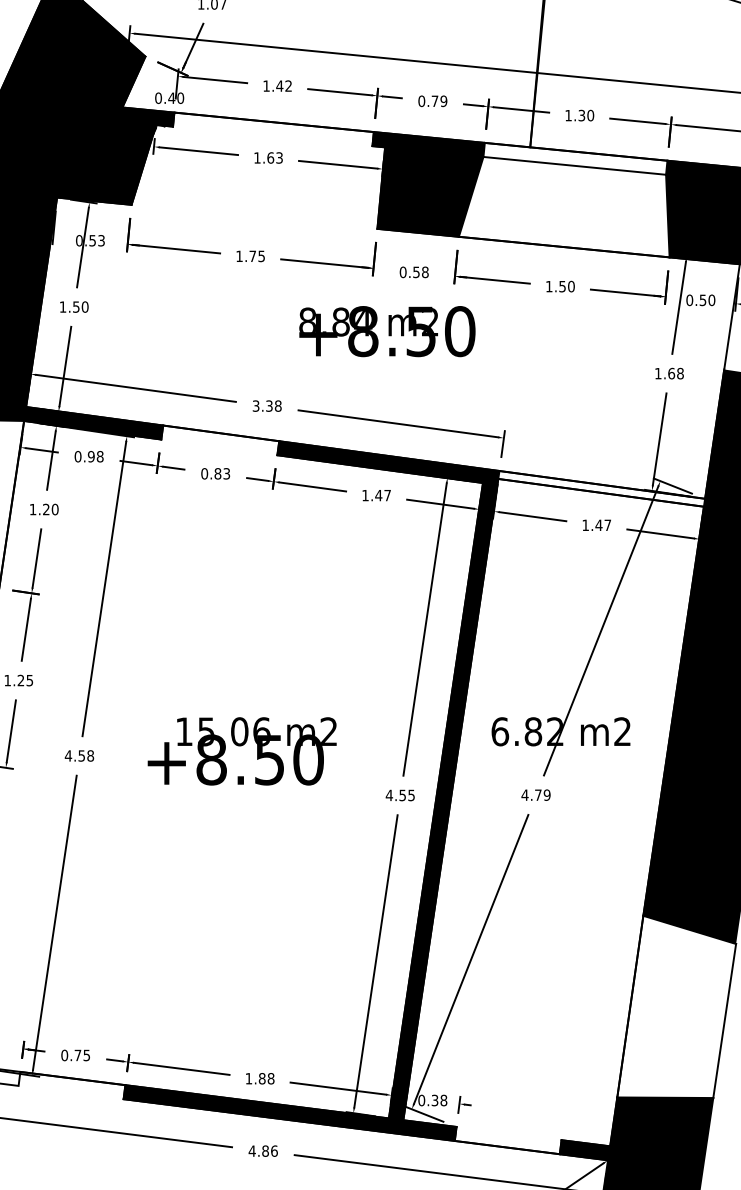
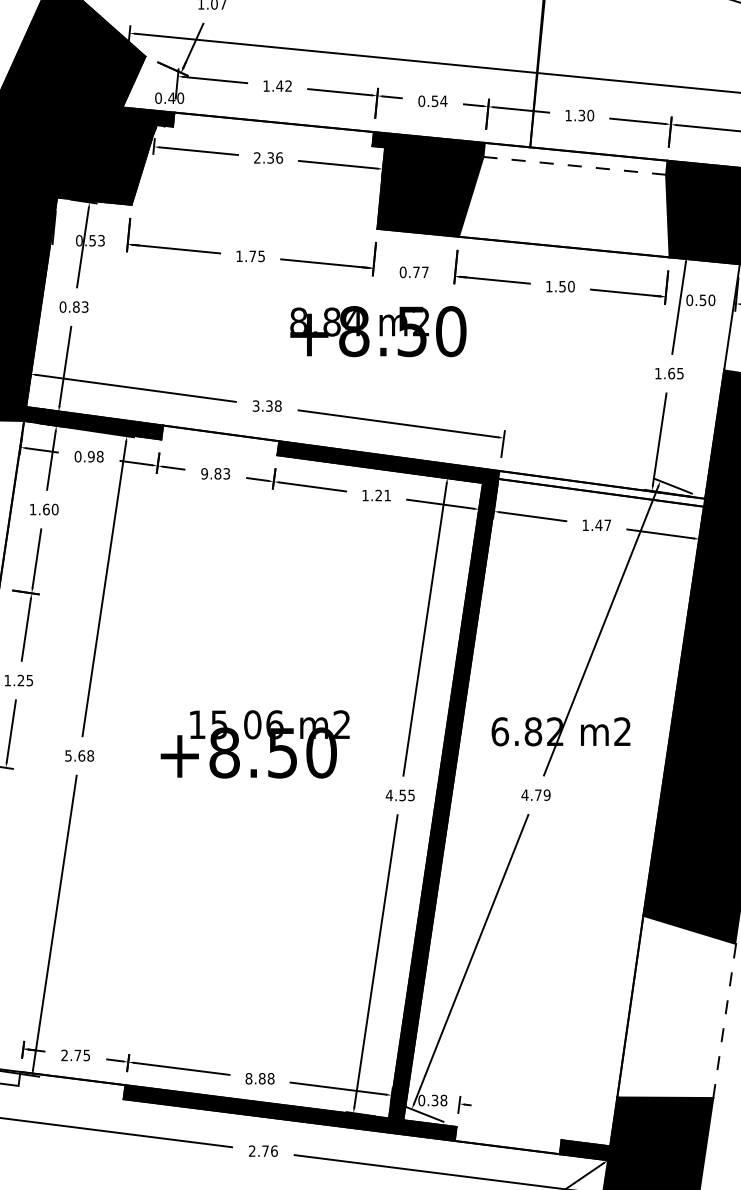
text at (439, 101): 0.79 -> 0.54
text at (268, 157): 1.63 -> 2.36
line at (574, 165): solid -> dashed
text at (420, 272): 0.58 -> 0.77
text at (73, 306): 1.50 -> 0.83
text at (387, 331) position: (387, 331) -> (378, 331)
text at (680, 373): 1.68 -> 1.65
text at (204, 473): 0.83 -> 9.83
text at (382, 495): 1.47 -> 1.21
text at (46, 509): 1.20 -> 1.60
text at (241, 751) position: (241, 751) -> (254, 744)
text at (74, 755): 4.58 -> 5.68
line at (724, 1021): solid -> dashed
text at (64, 1055): 0.75 -> 2.75
text at (248, 1078): 1.88 -> 8.88
text at (258, 1150): 4.86 -> 2.76
